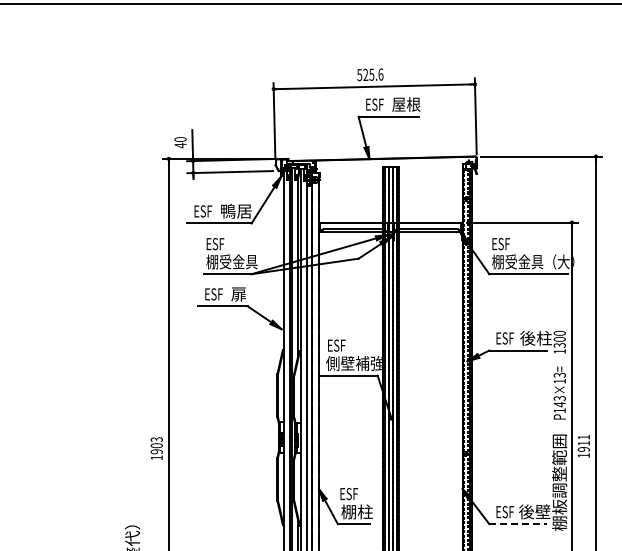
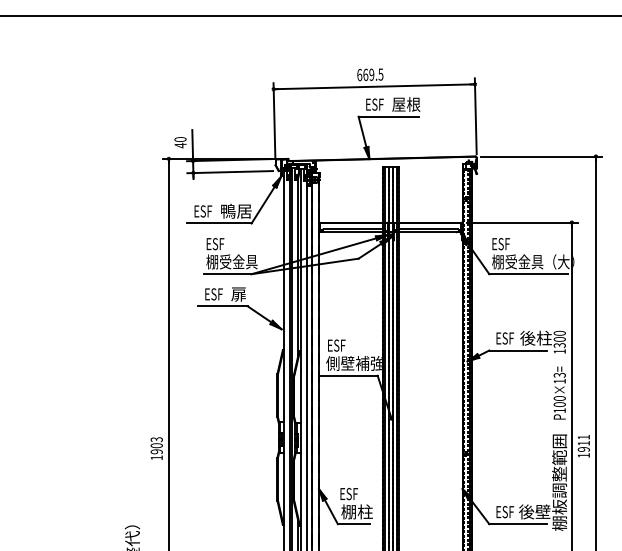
line at (310, 4) position: (310, 4) -> (310, 16)
text at (370, 74): 525.6 -> 669.5
text at (559, 401): P143×13= -> P100×13=
line at (518, 524): dashed -> solid
